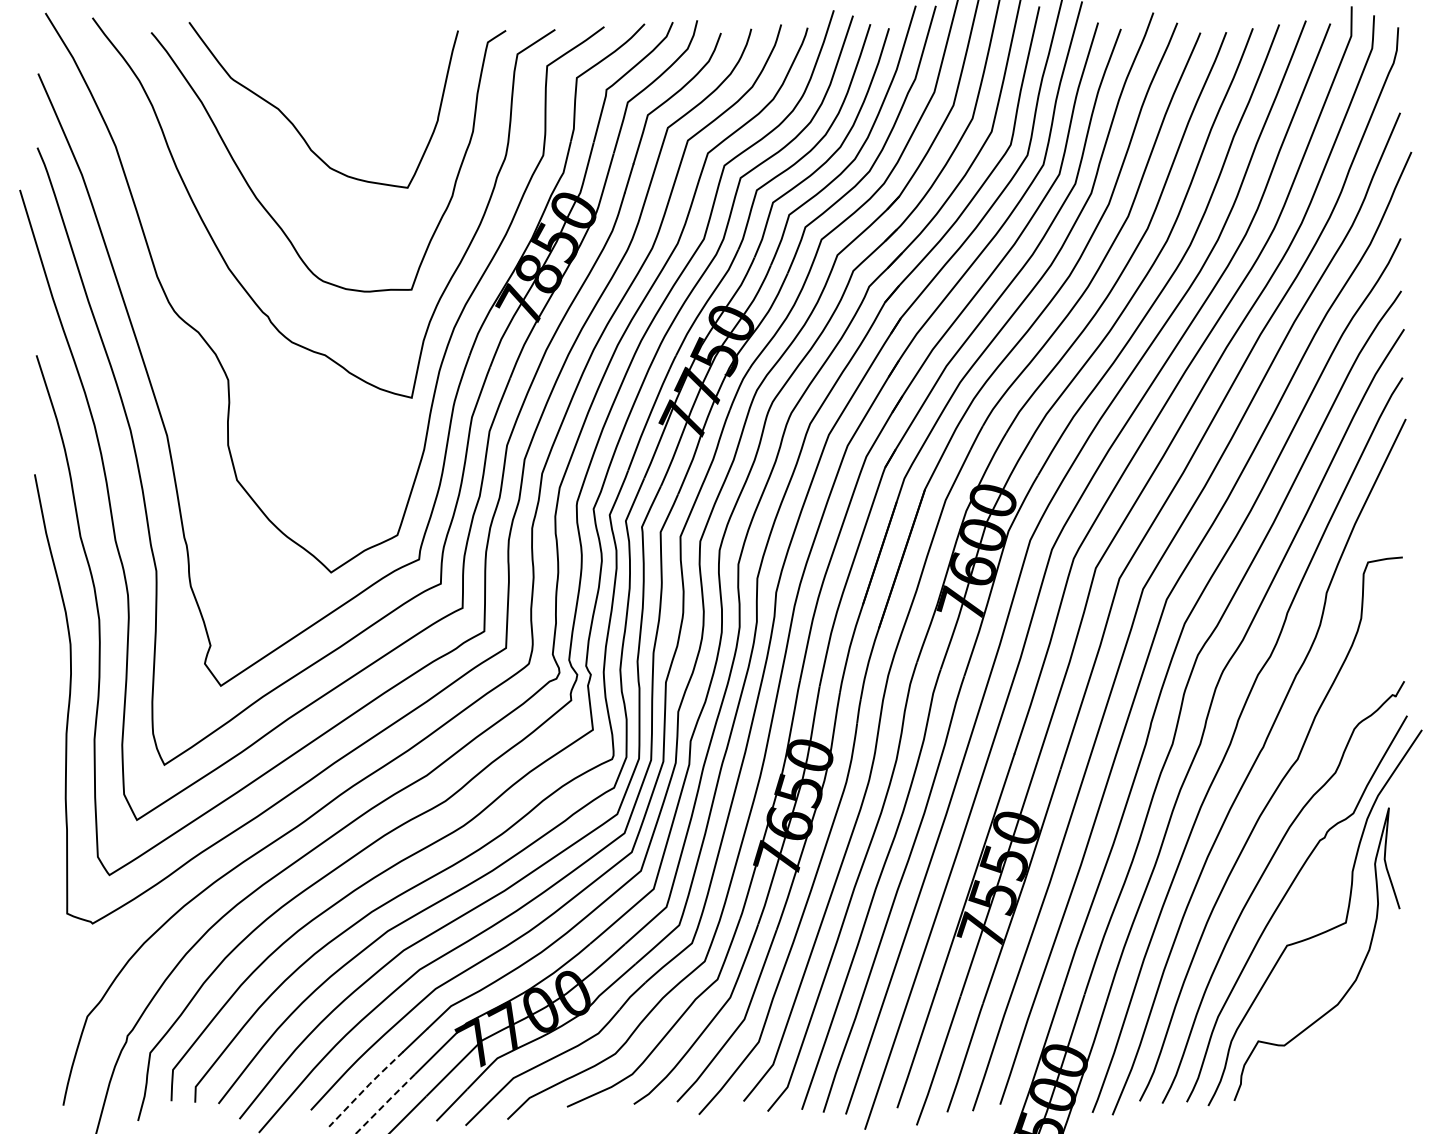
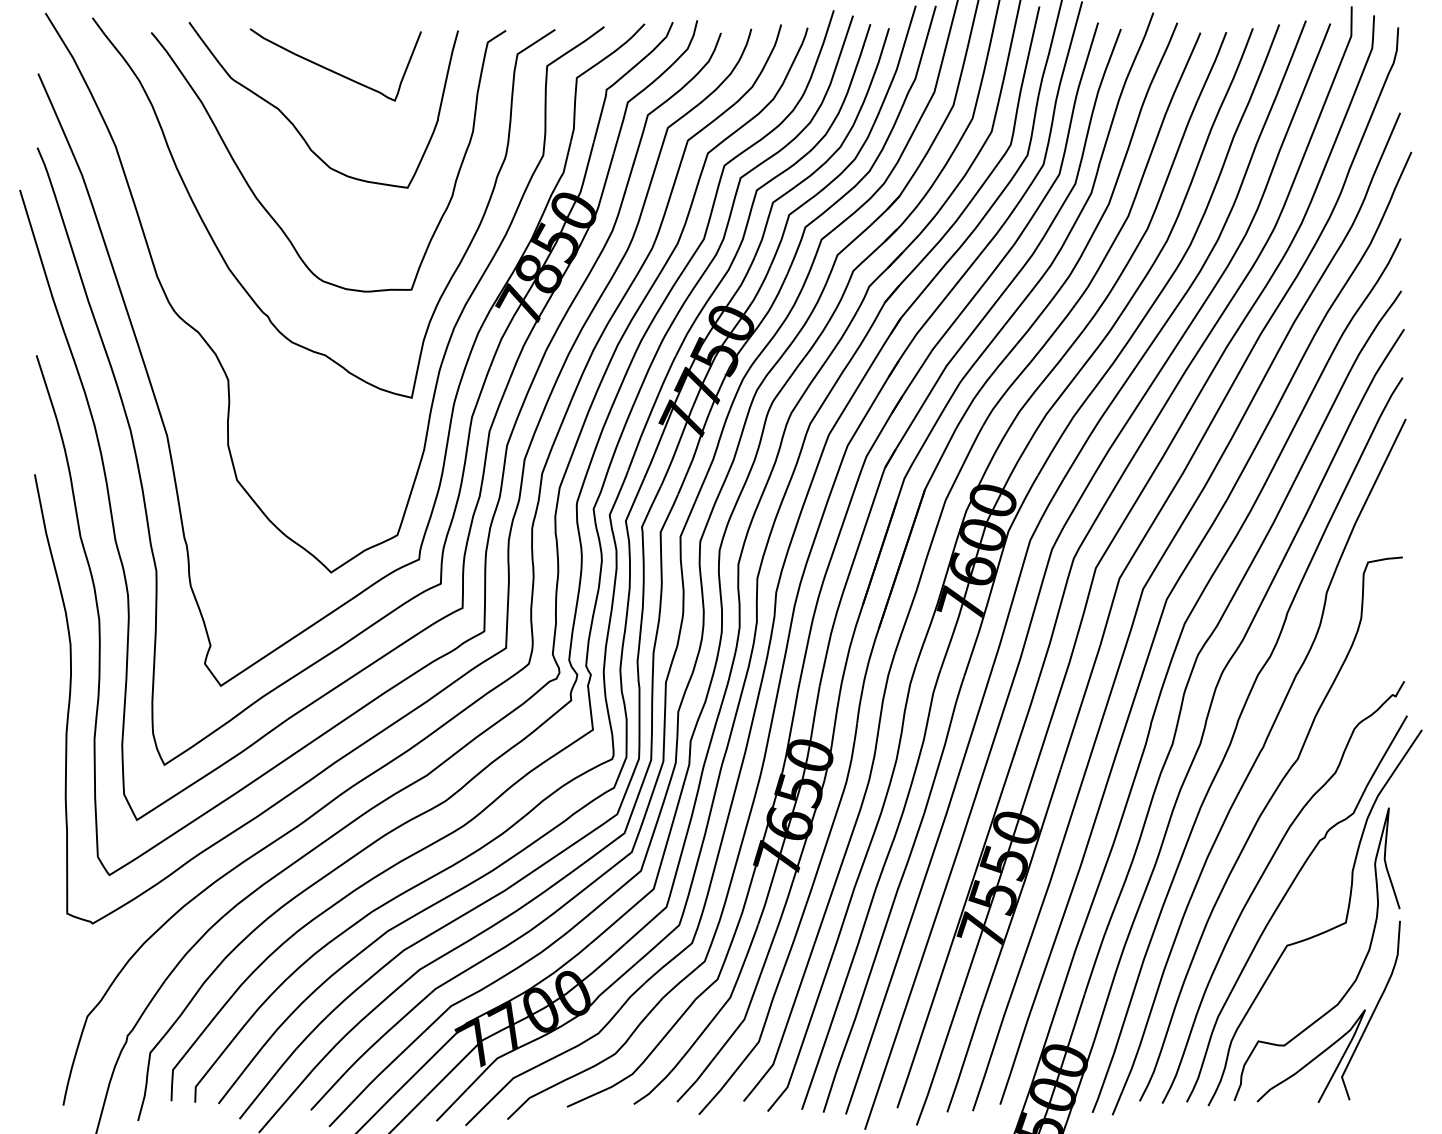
curve at (333, 70): none -> present
part at (1345, 1032): none -> present
line at (366, 1087): dashed -> solid
line at (385, 1104): dashed -> solid
